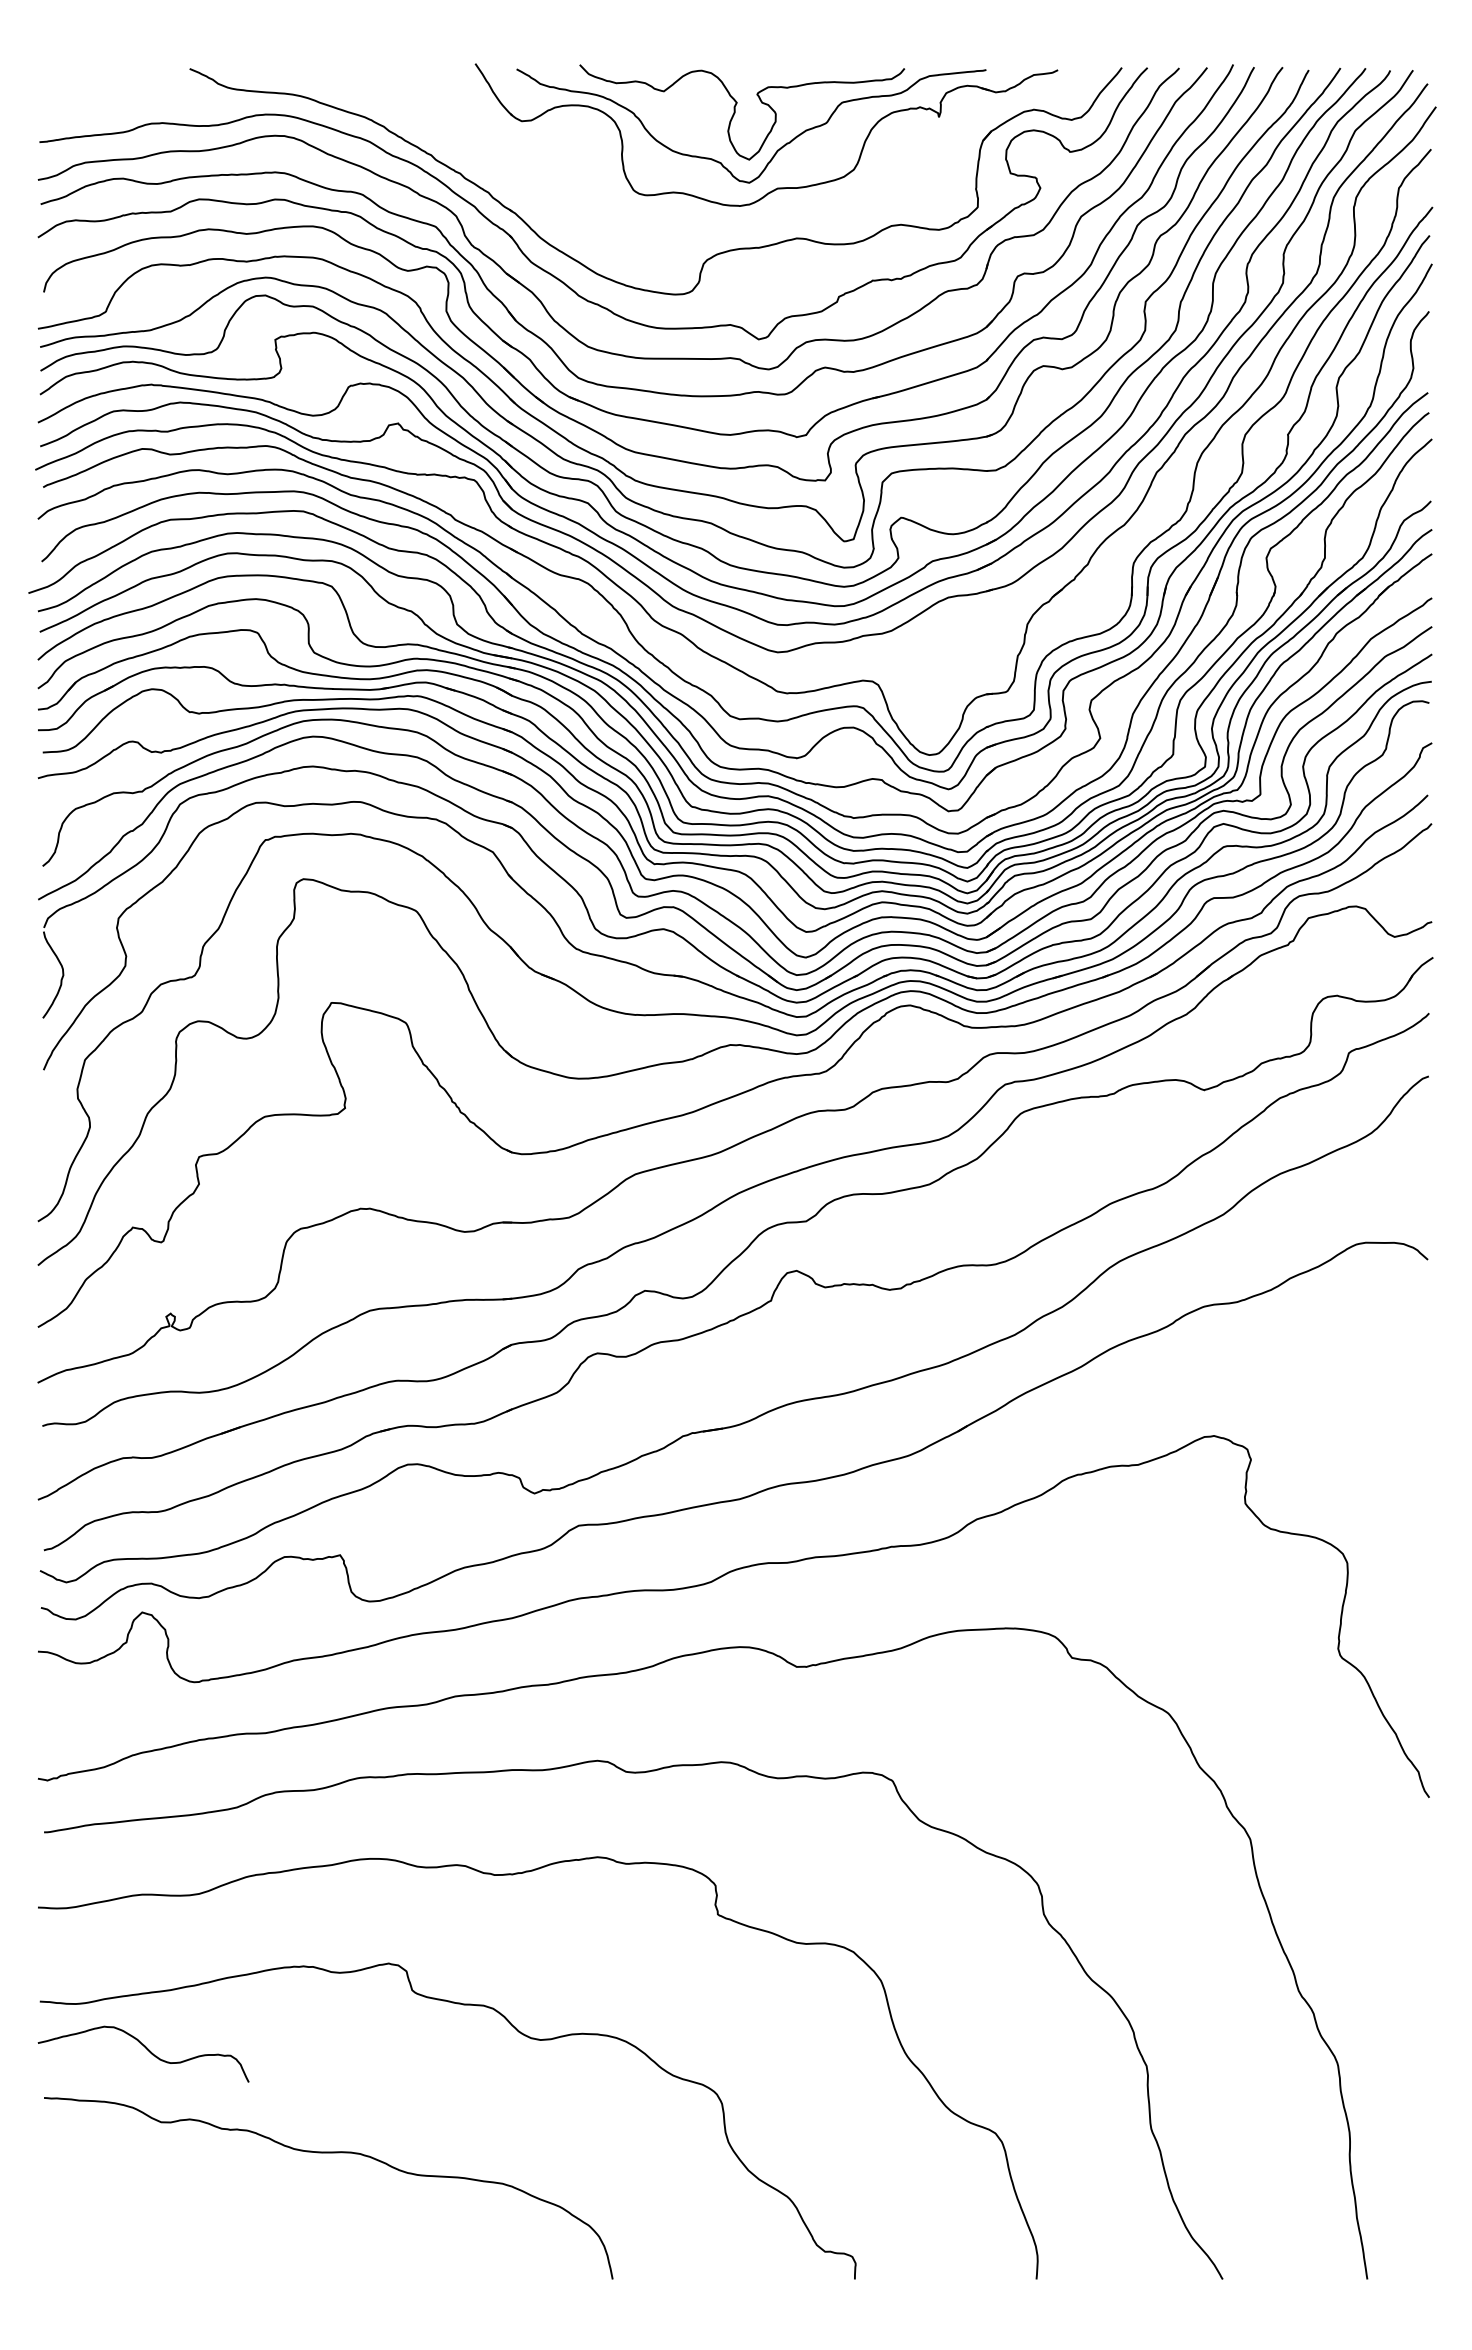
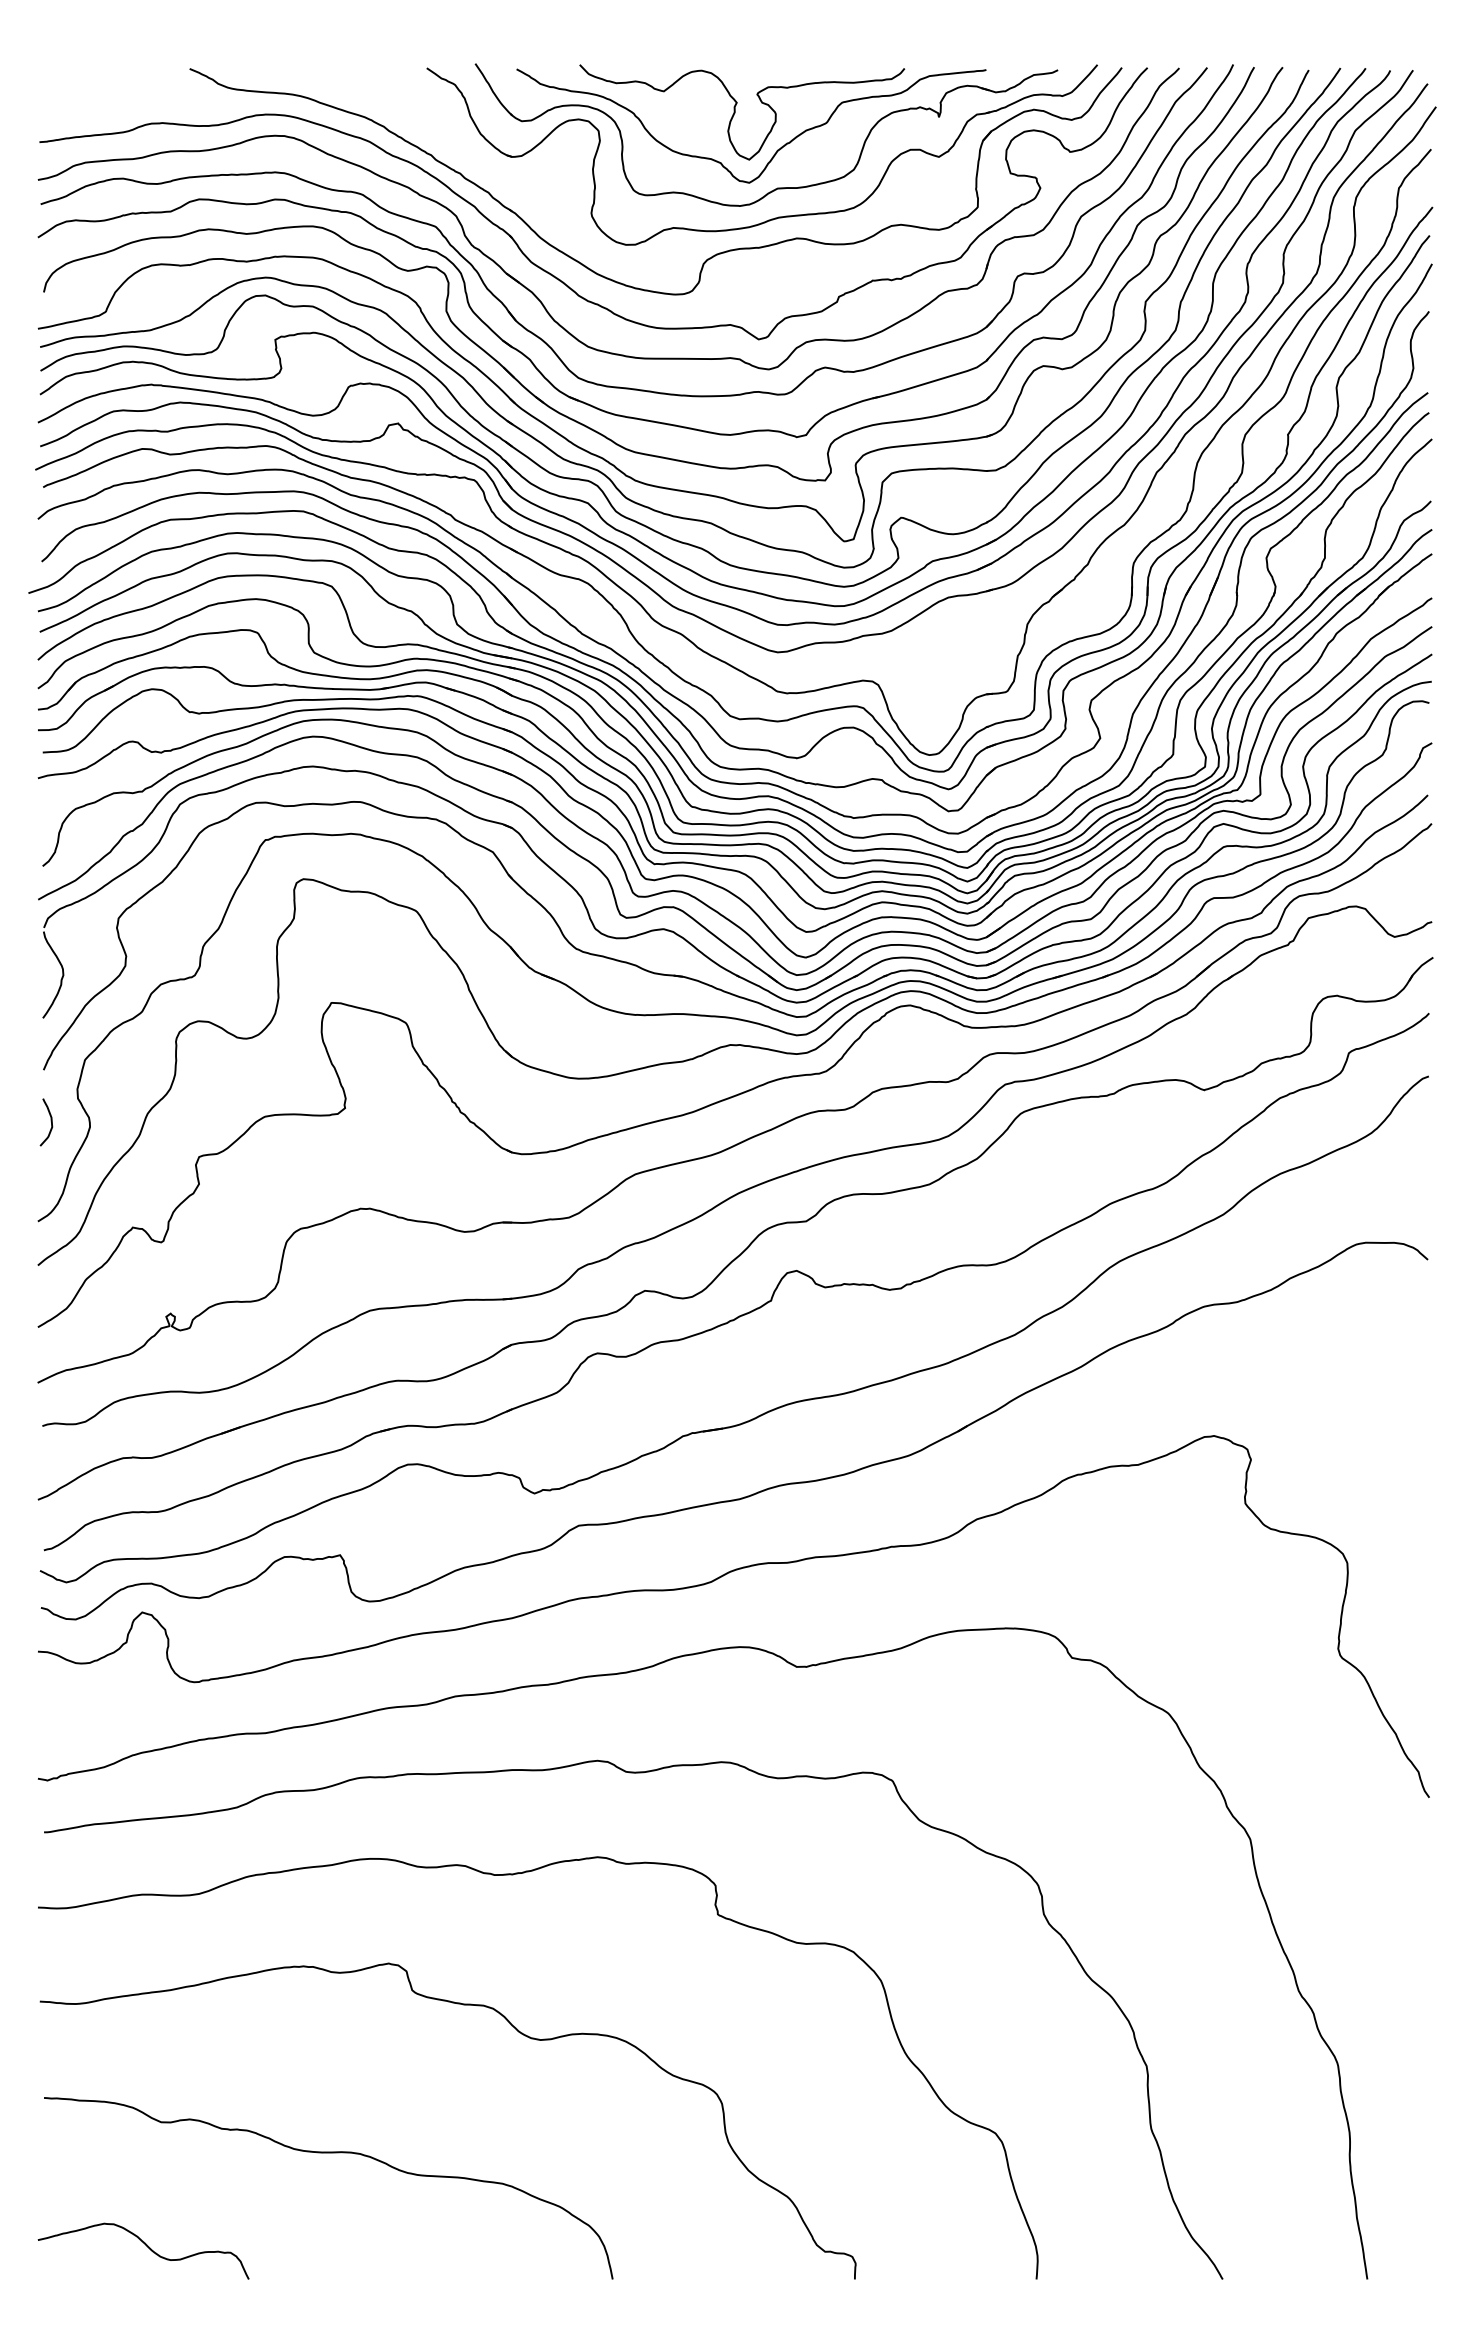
part at (778, 216): none -> present
curve at (50, 1121): none -> present
curve at (146, 2049) position: (146, 2049) -> (146, 2246)
